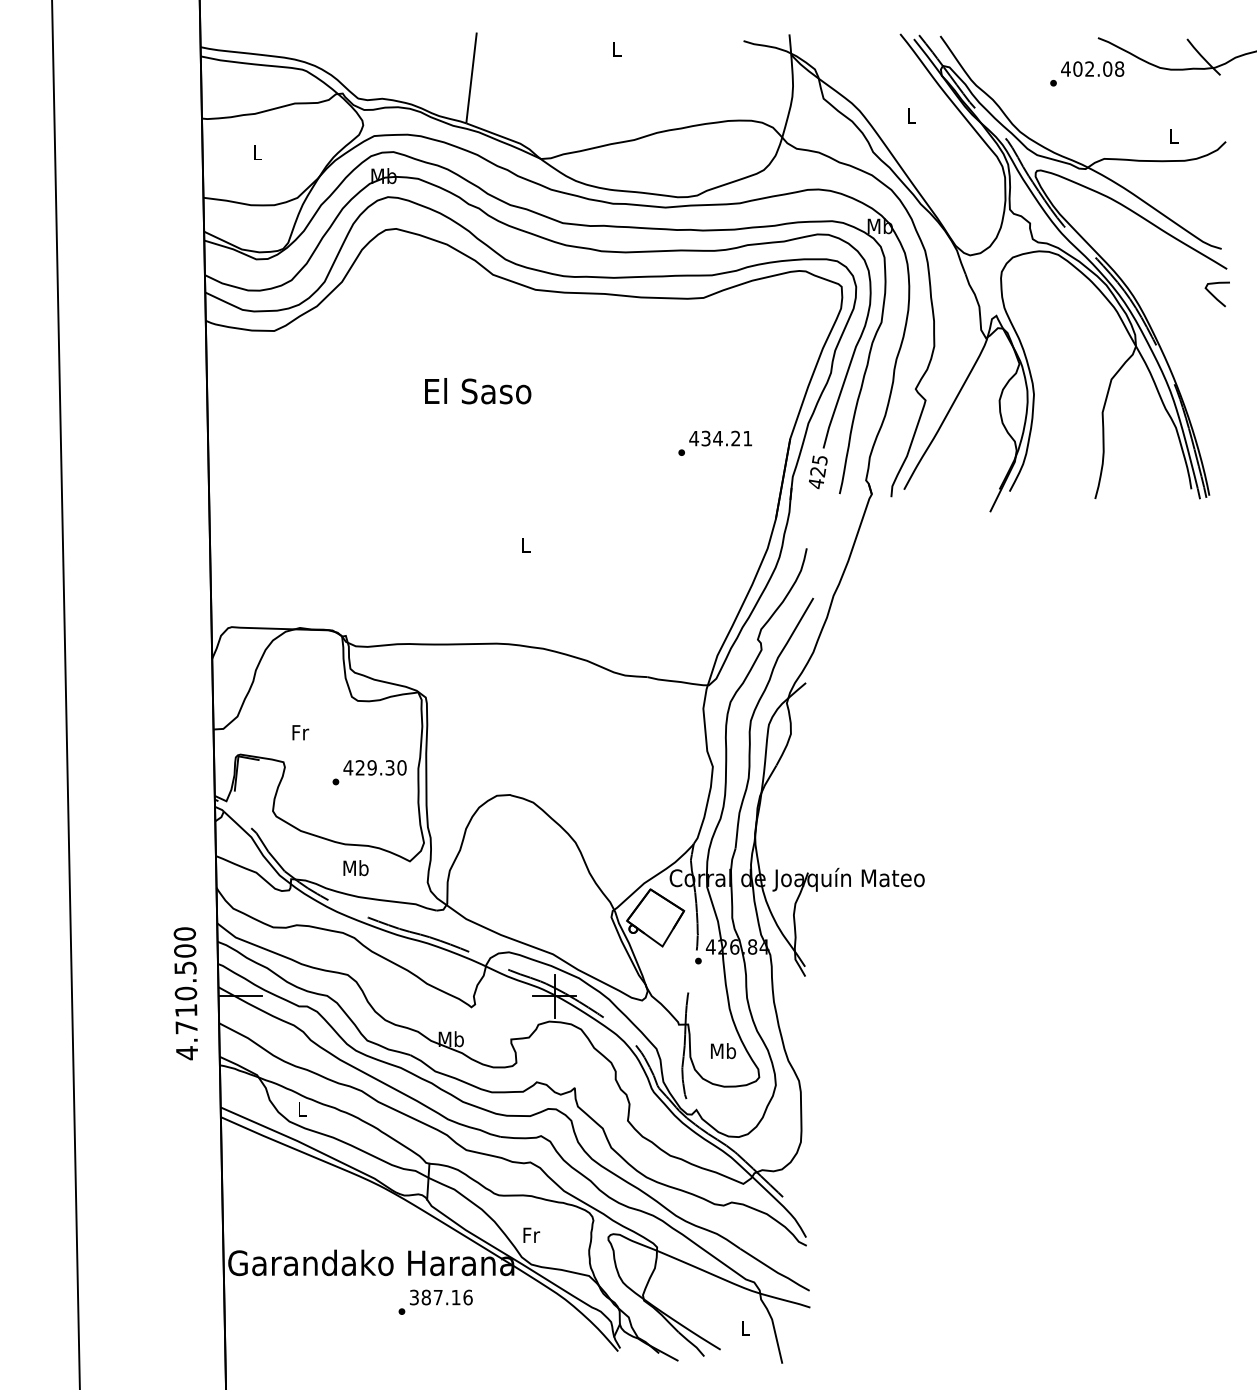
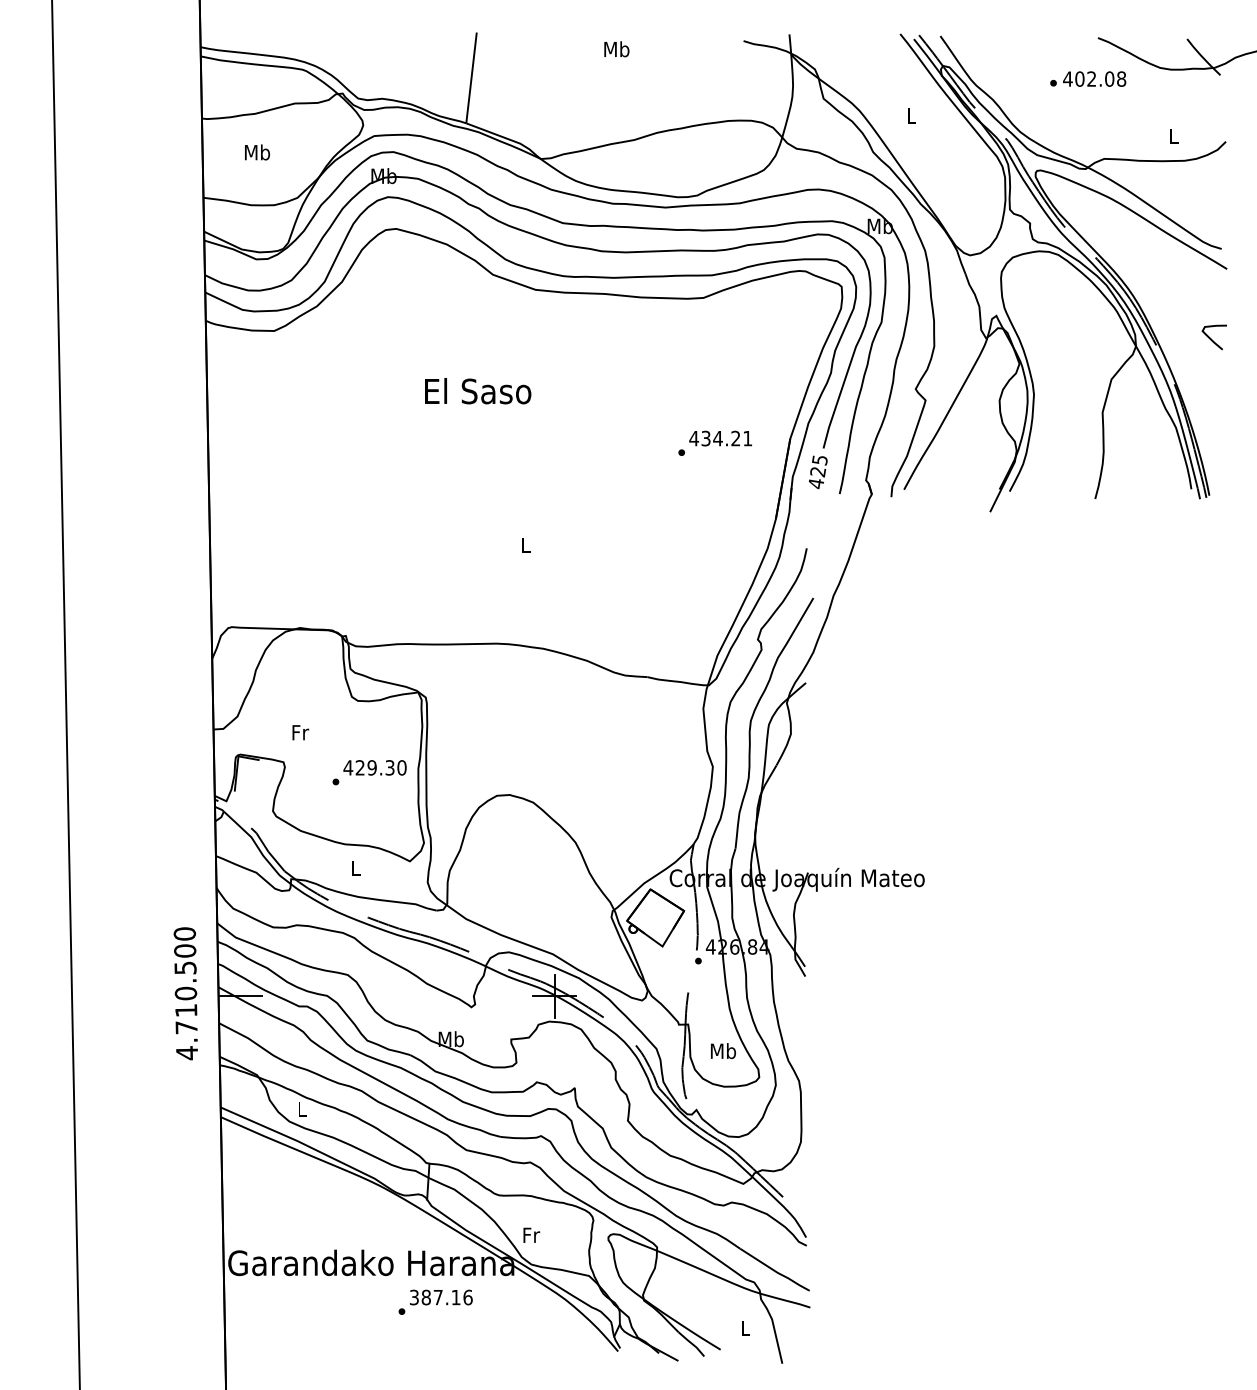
text at (616, 49): L -> Mb
text at (1092, 68) position: (1092, 68) -> (1094, 78)
text at (257, 152): L -> Mb
curve at (1214, 295) position: (1214, 295) -> (1211, 338)
text at (355, 868): Mb -> L
